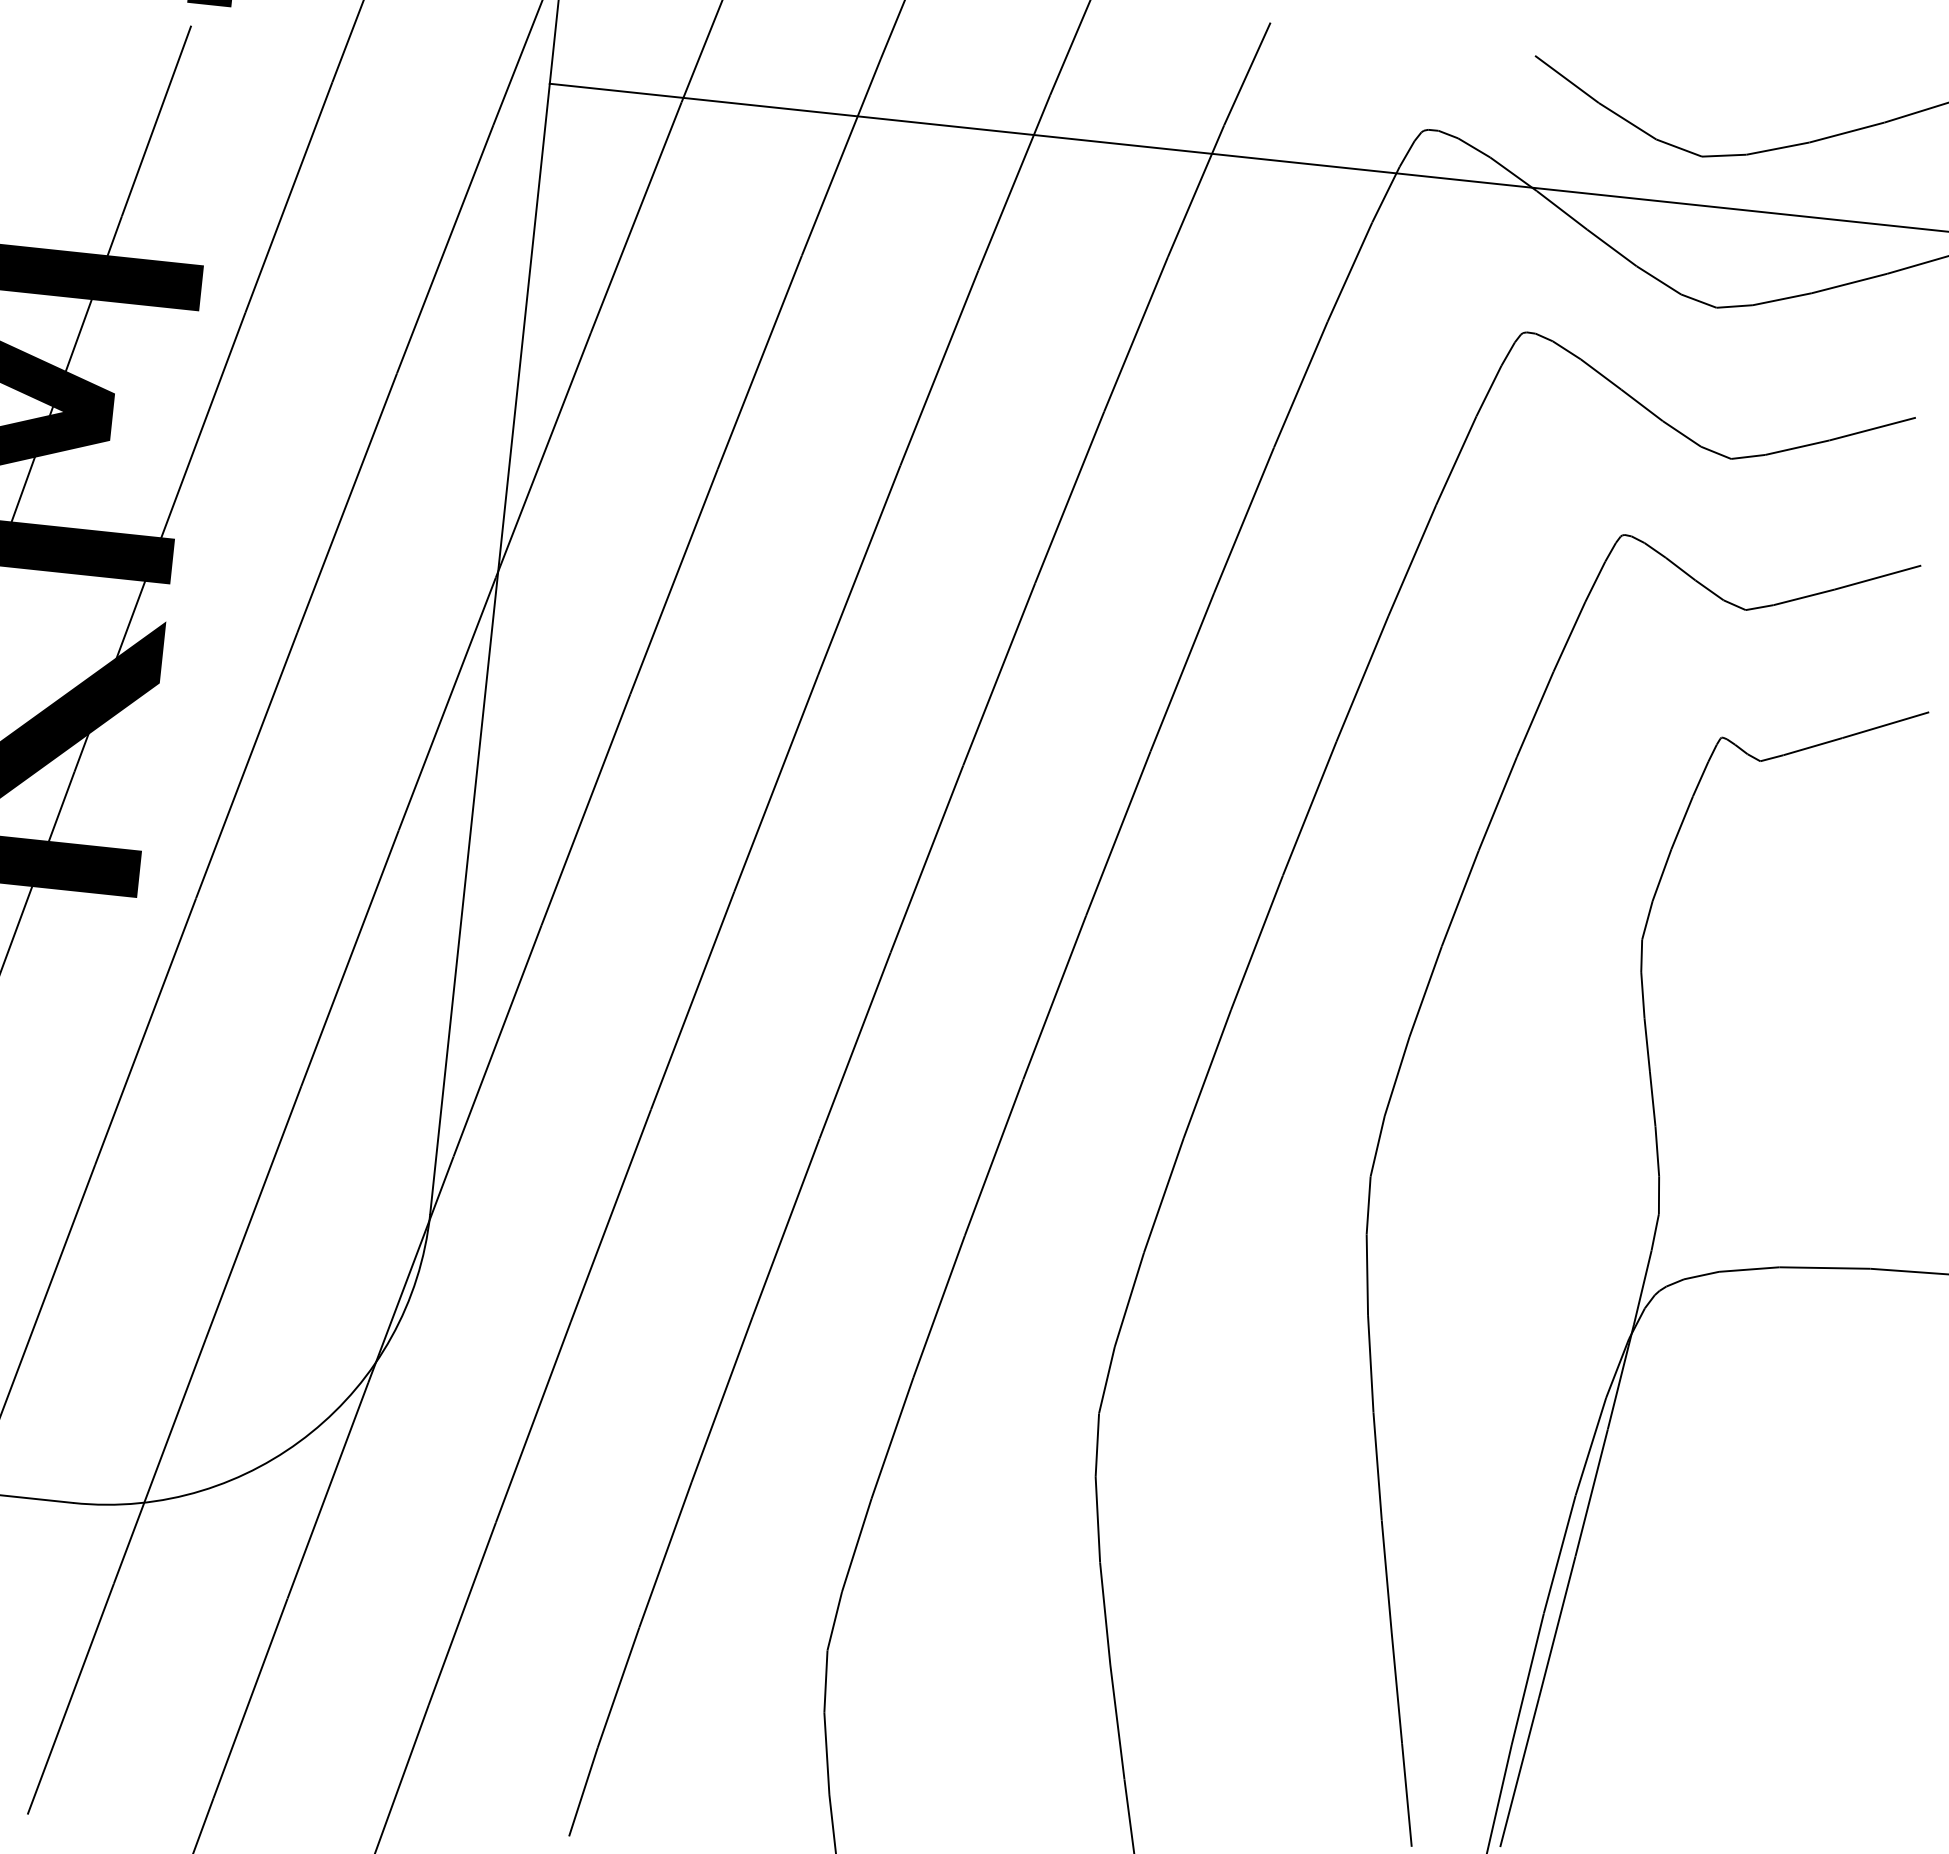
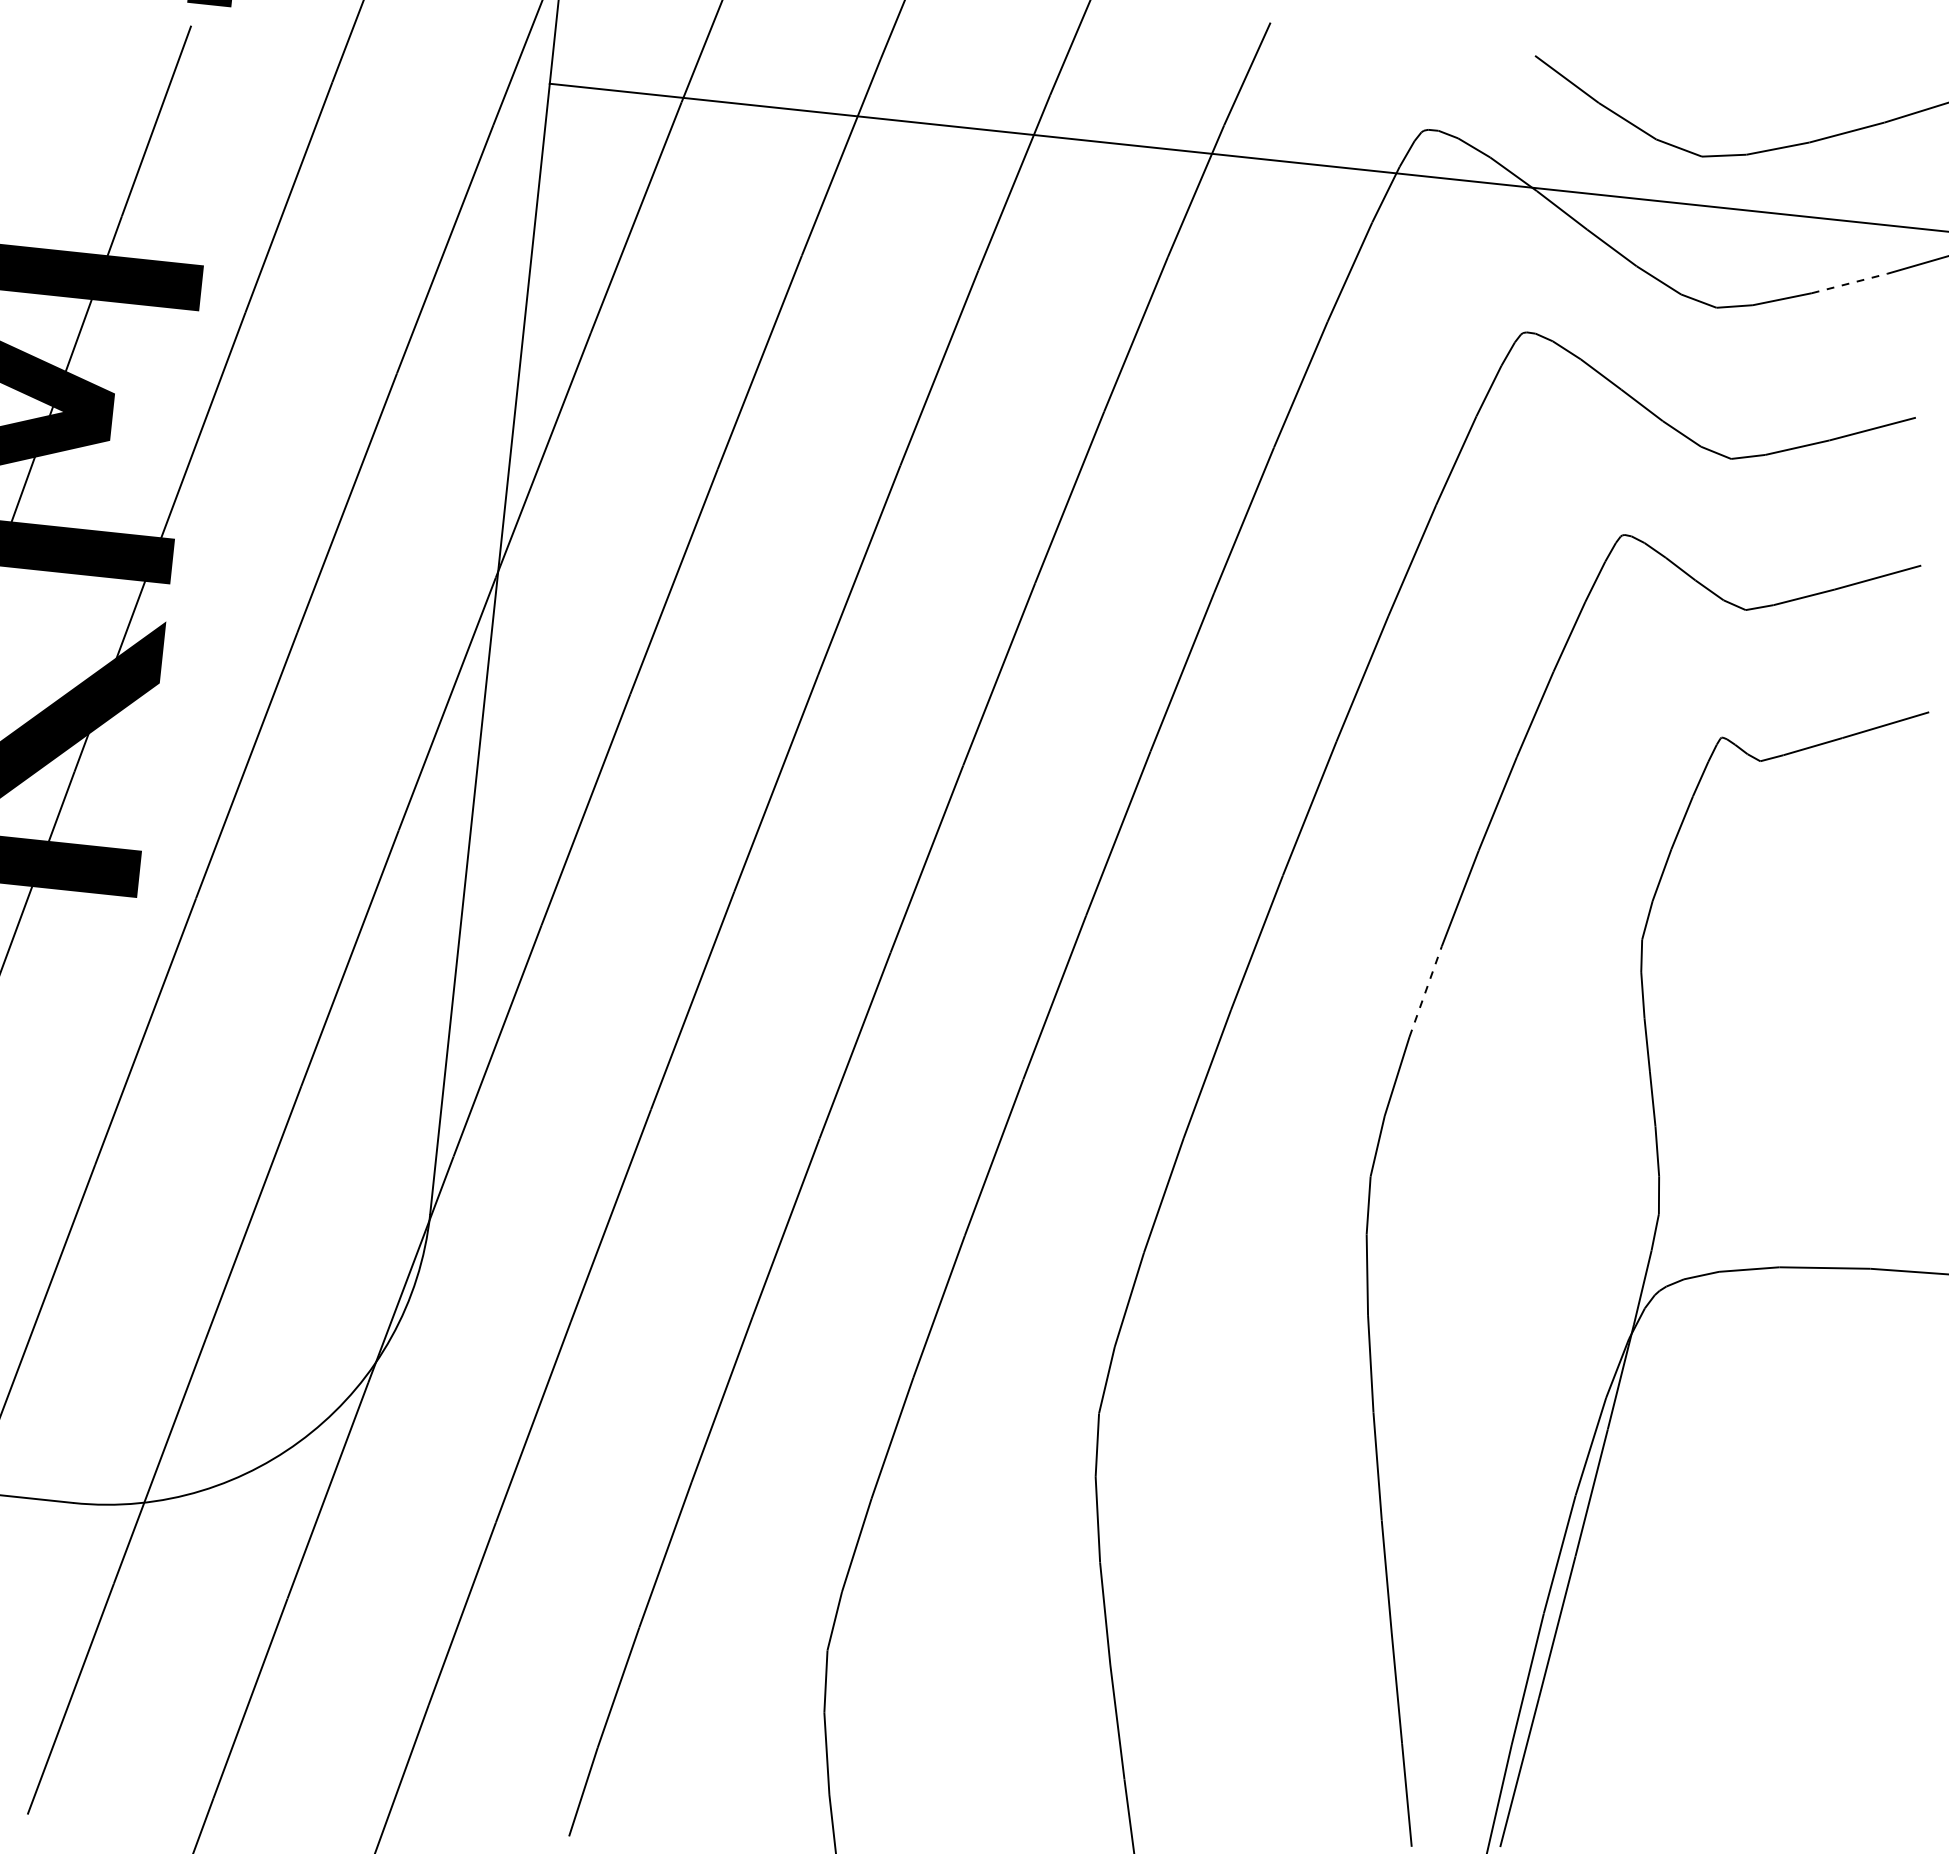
line at (1849, 283): solid -> dashed
line at (1425, 991): solid -> dashed
